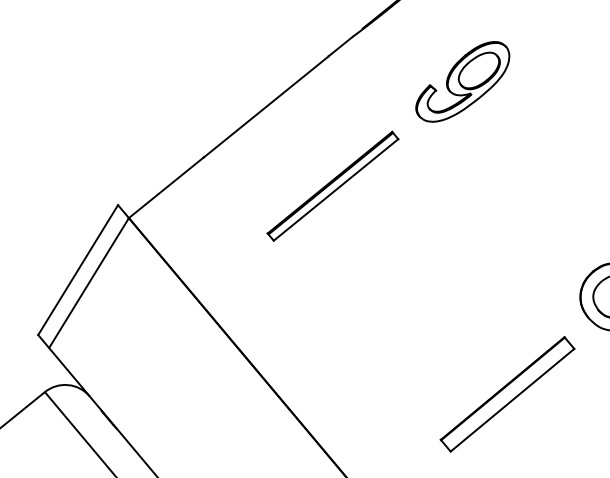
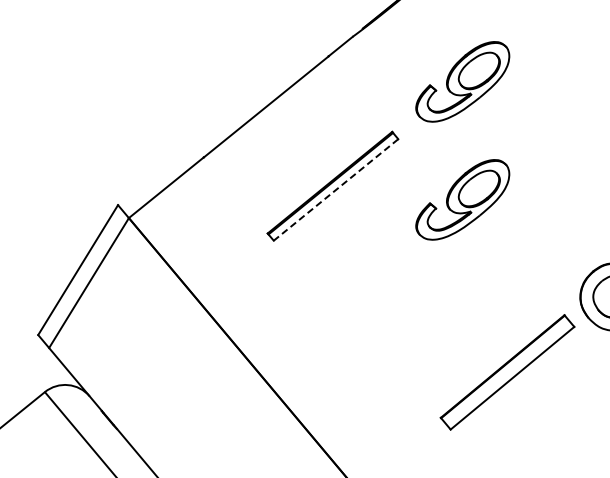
line at (335, 190): solid -> dashed
part at (462, 199): none -> present
part at (507, 394) position: (507, 394) -> (507, 372)
